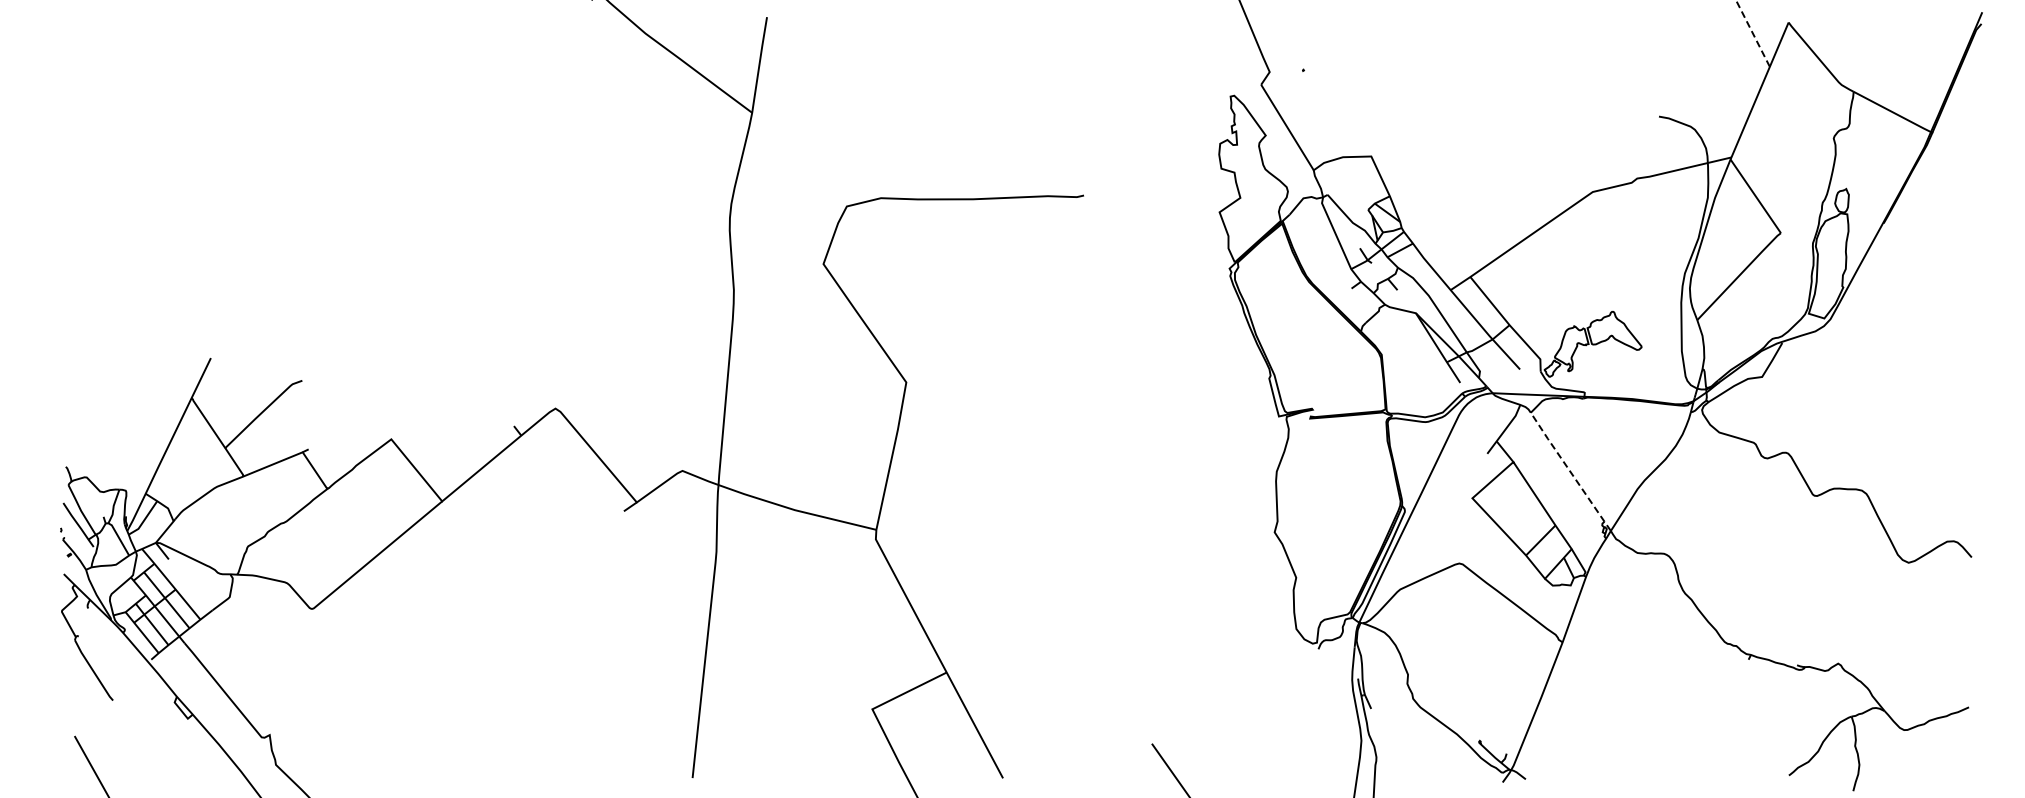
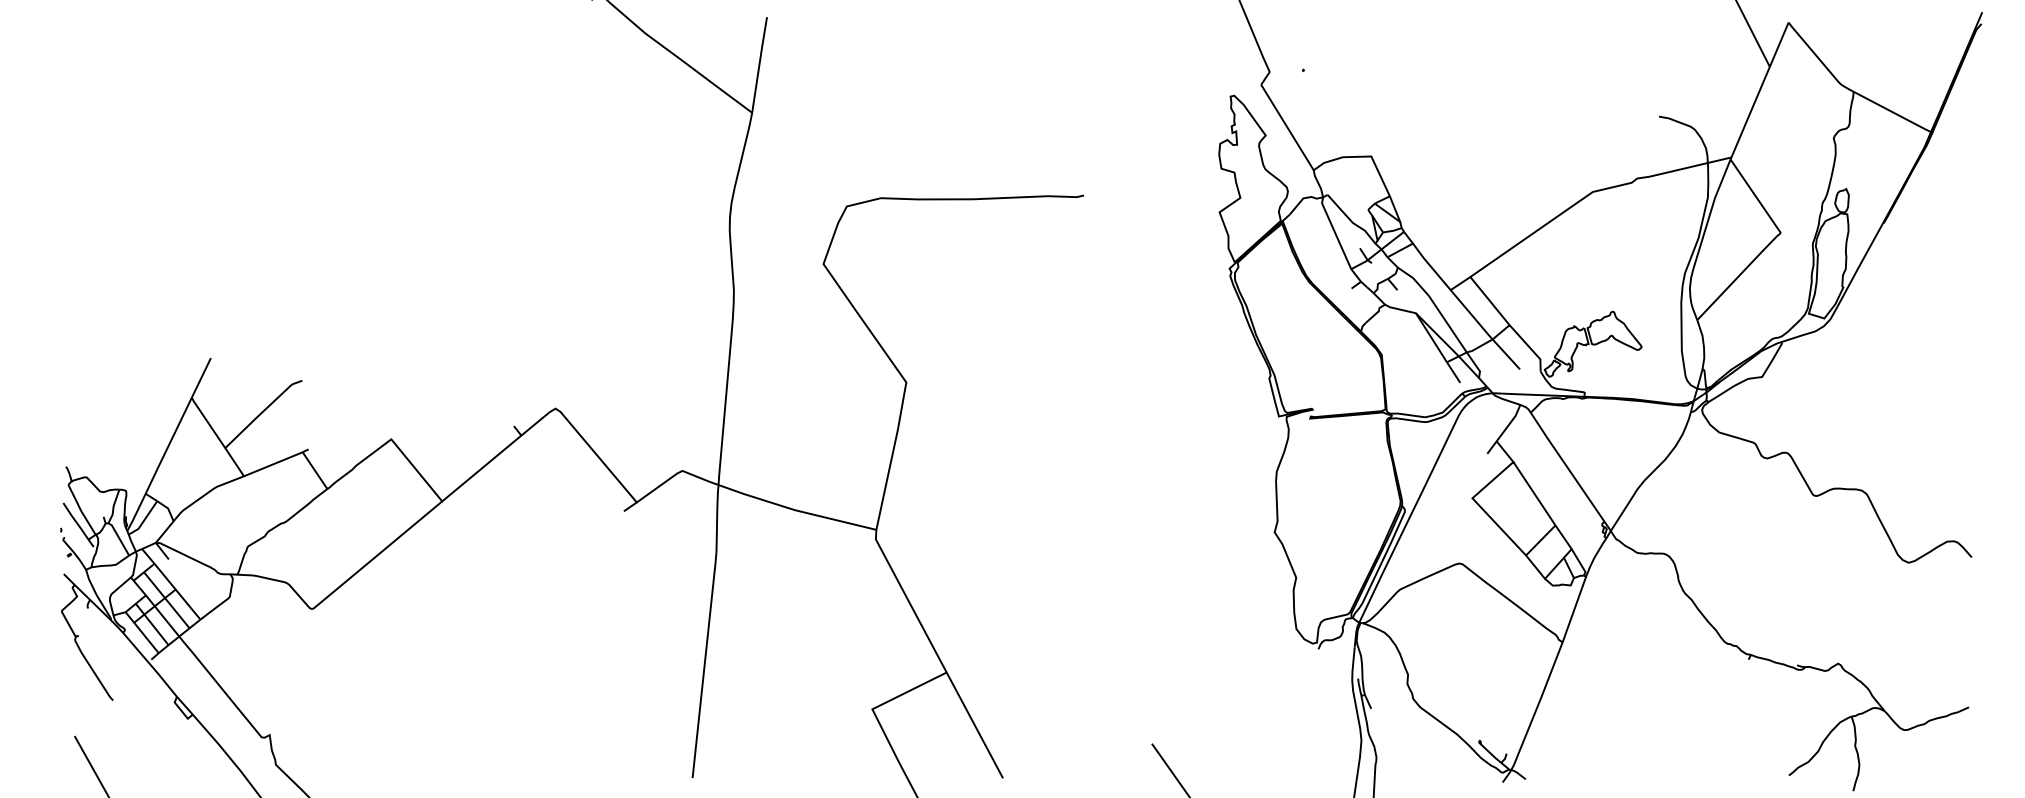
line at (1753, 34): dashed -> solid
line at (1570, 471): dashed -> solid
